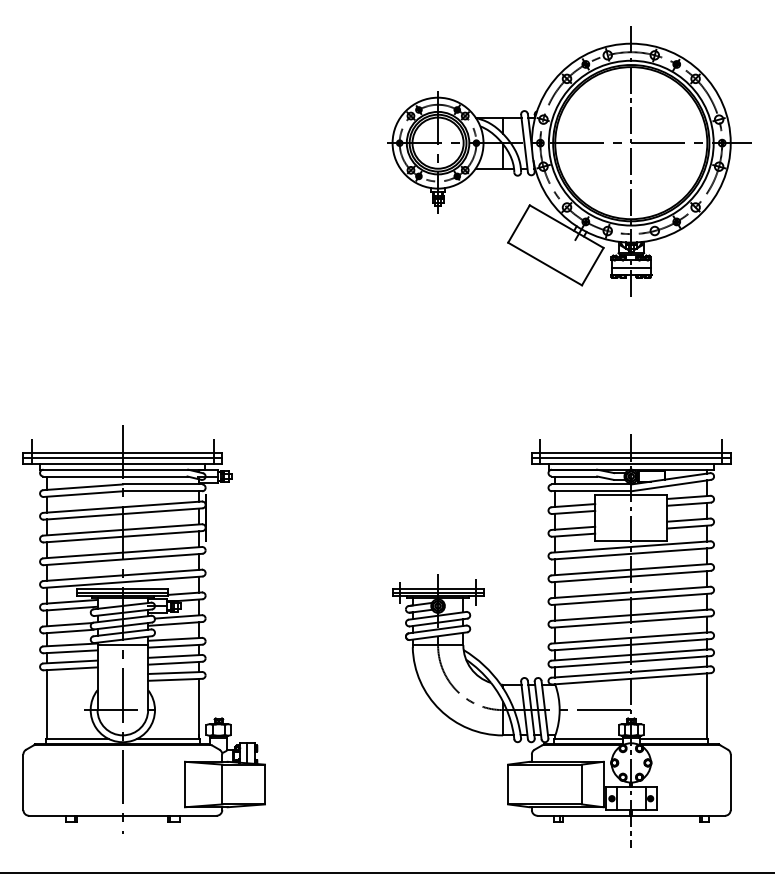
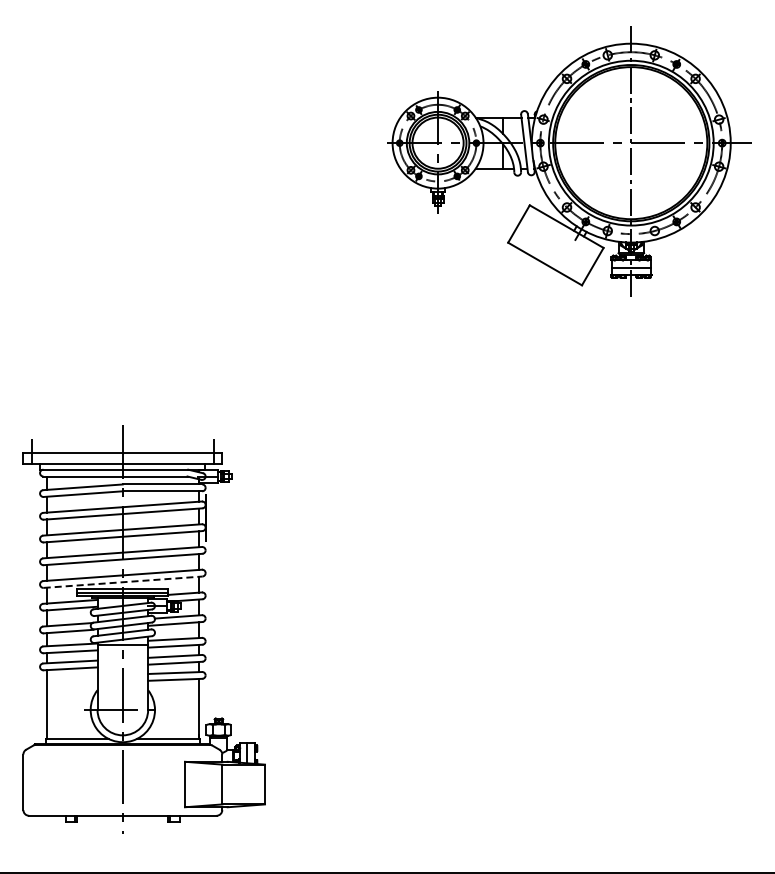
line at (122, 458): present -> none
line at (123, 582): solid -> dashed
part at (561, 640): present -> none
